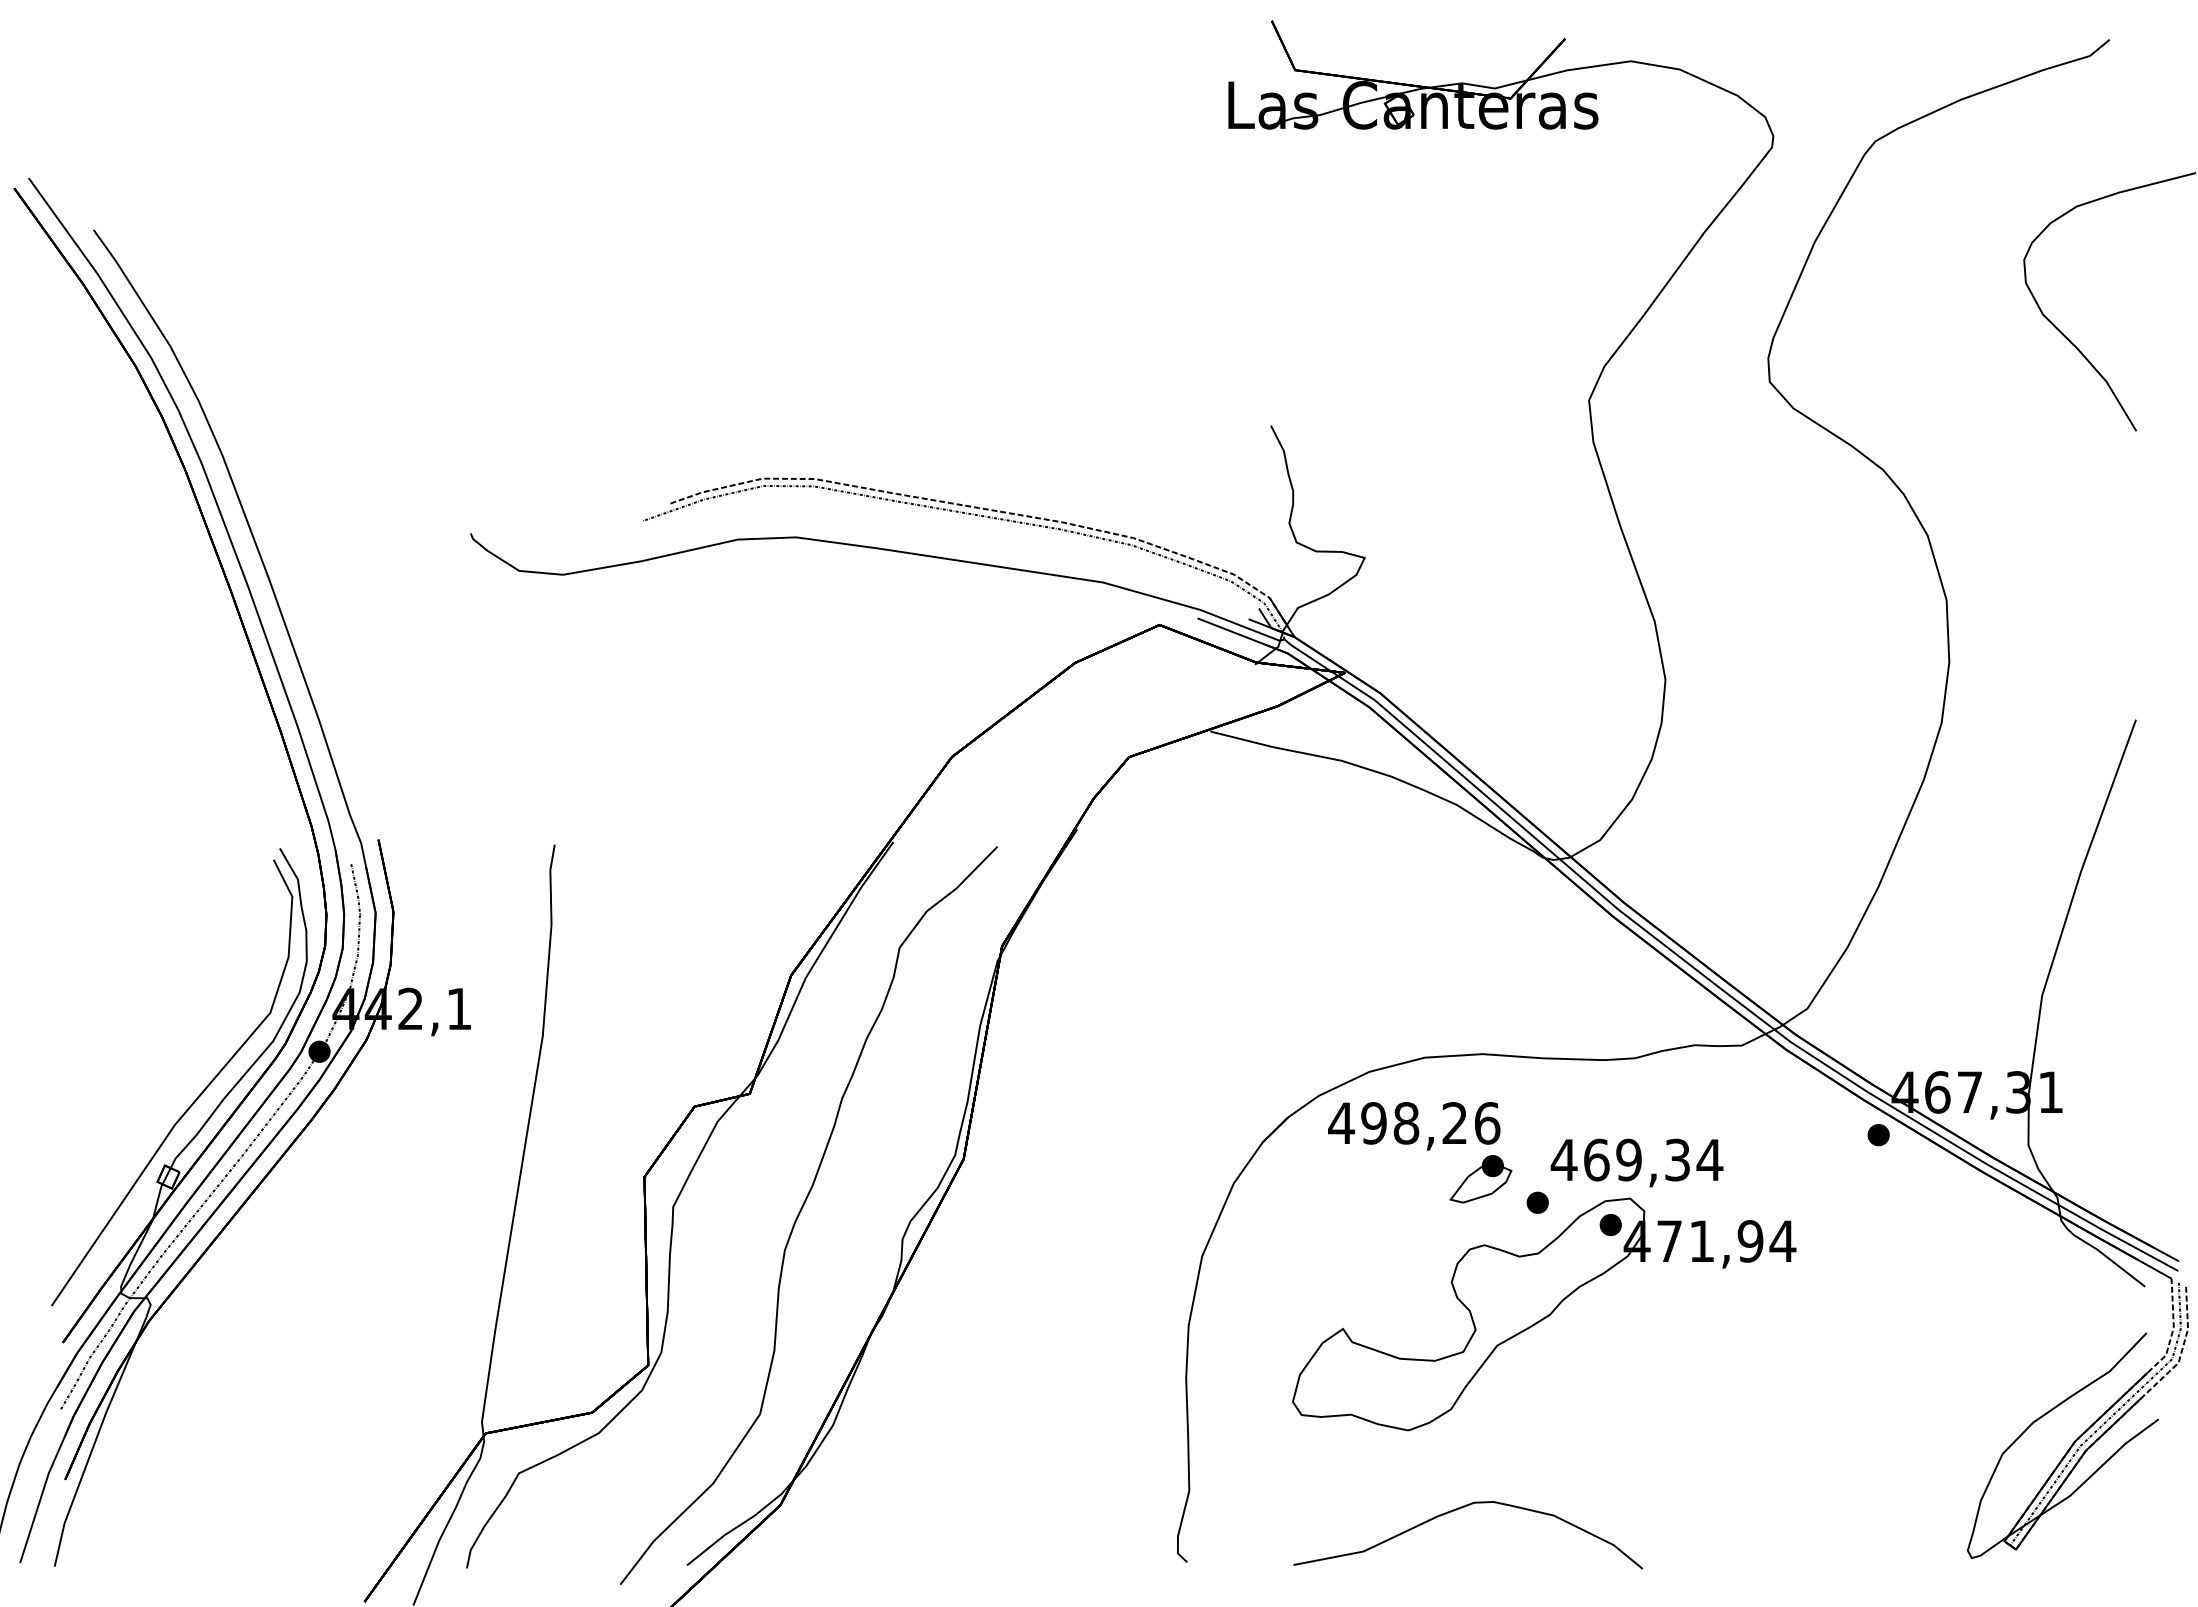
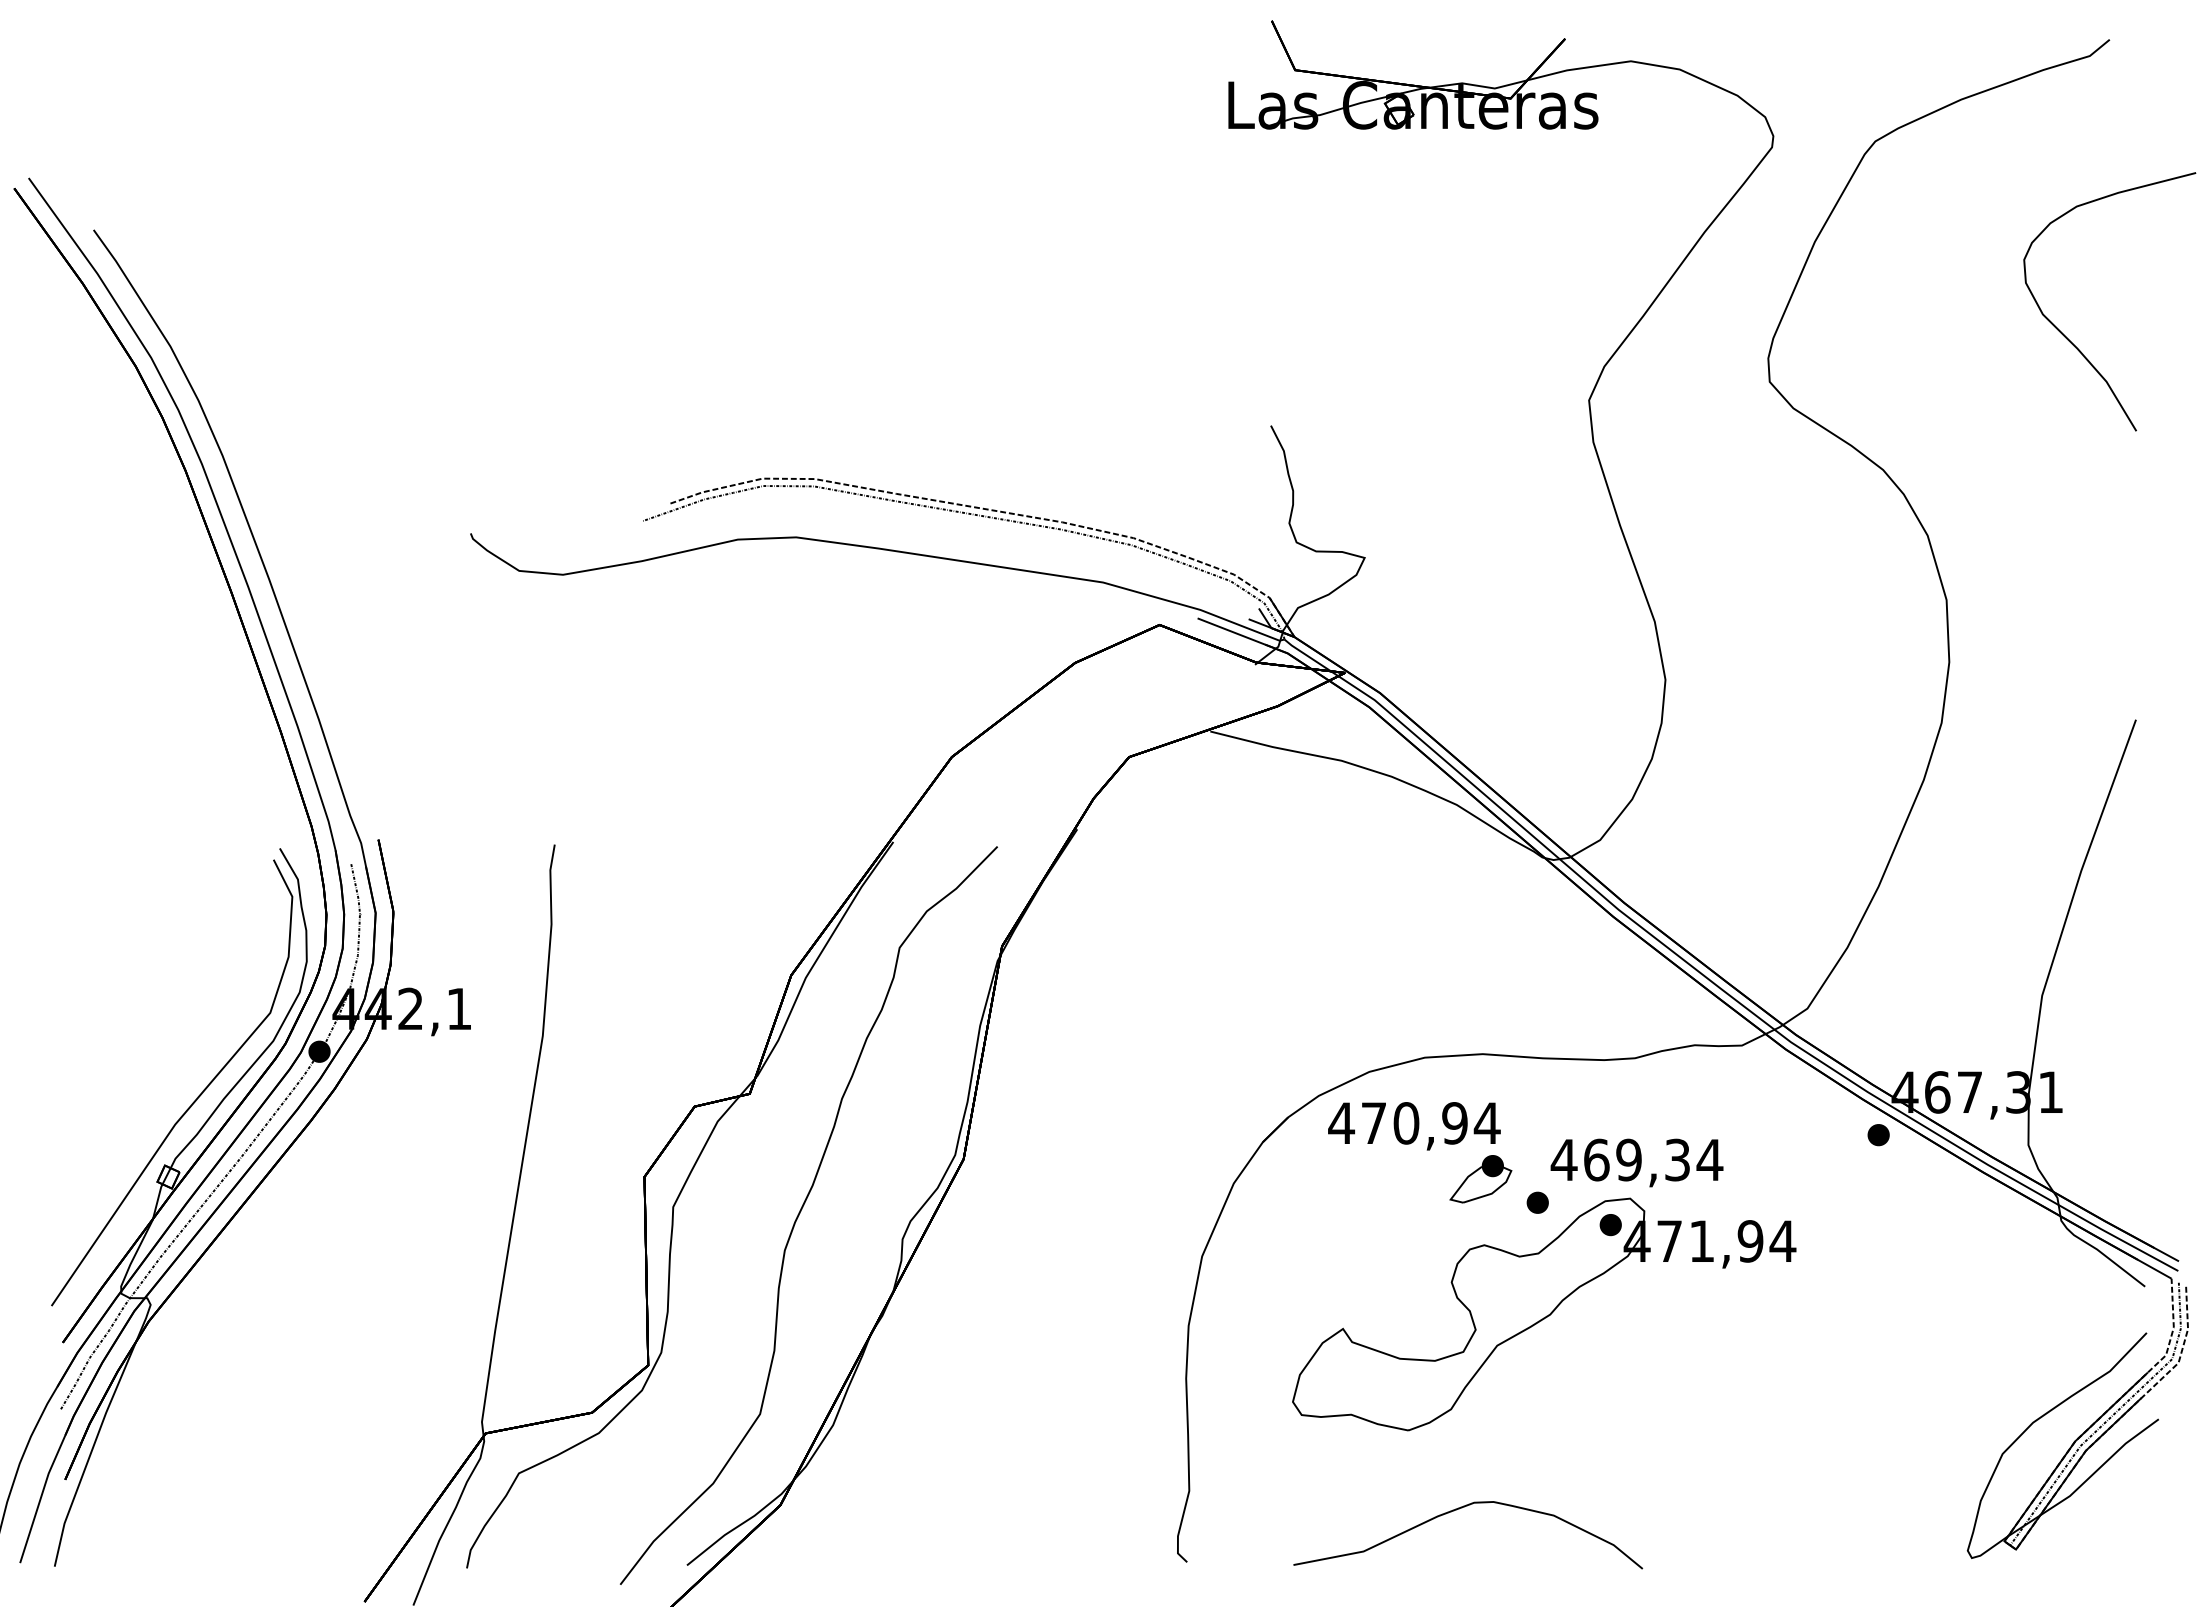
text at (1430, 1123): 498,26 -> 470,94
